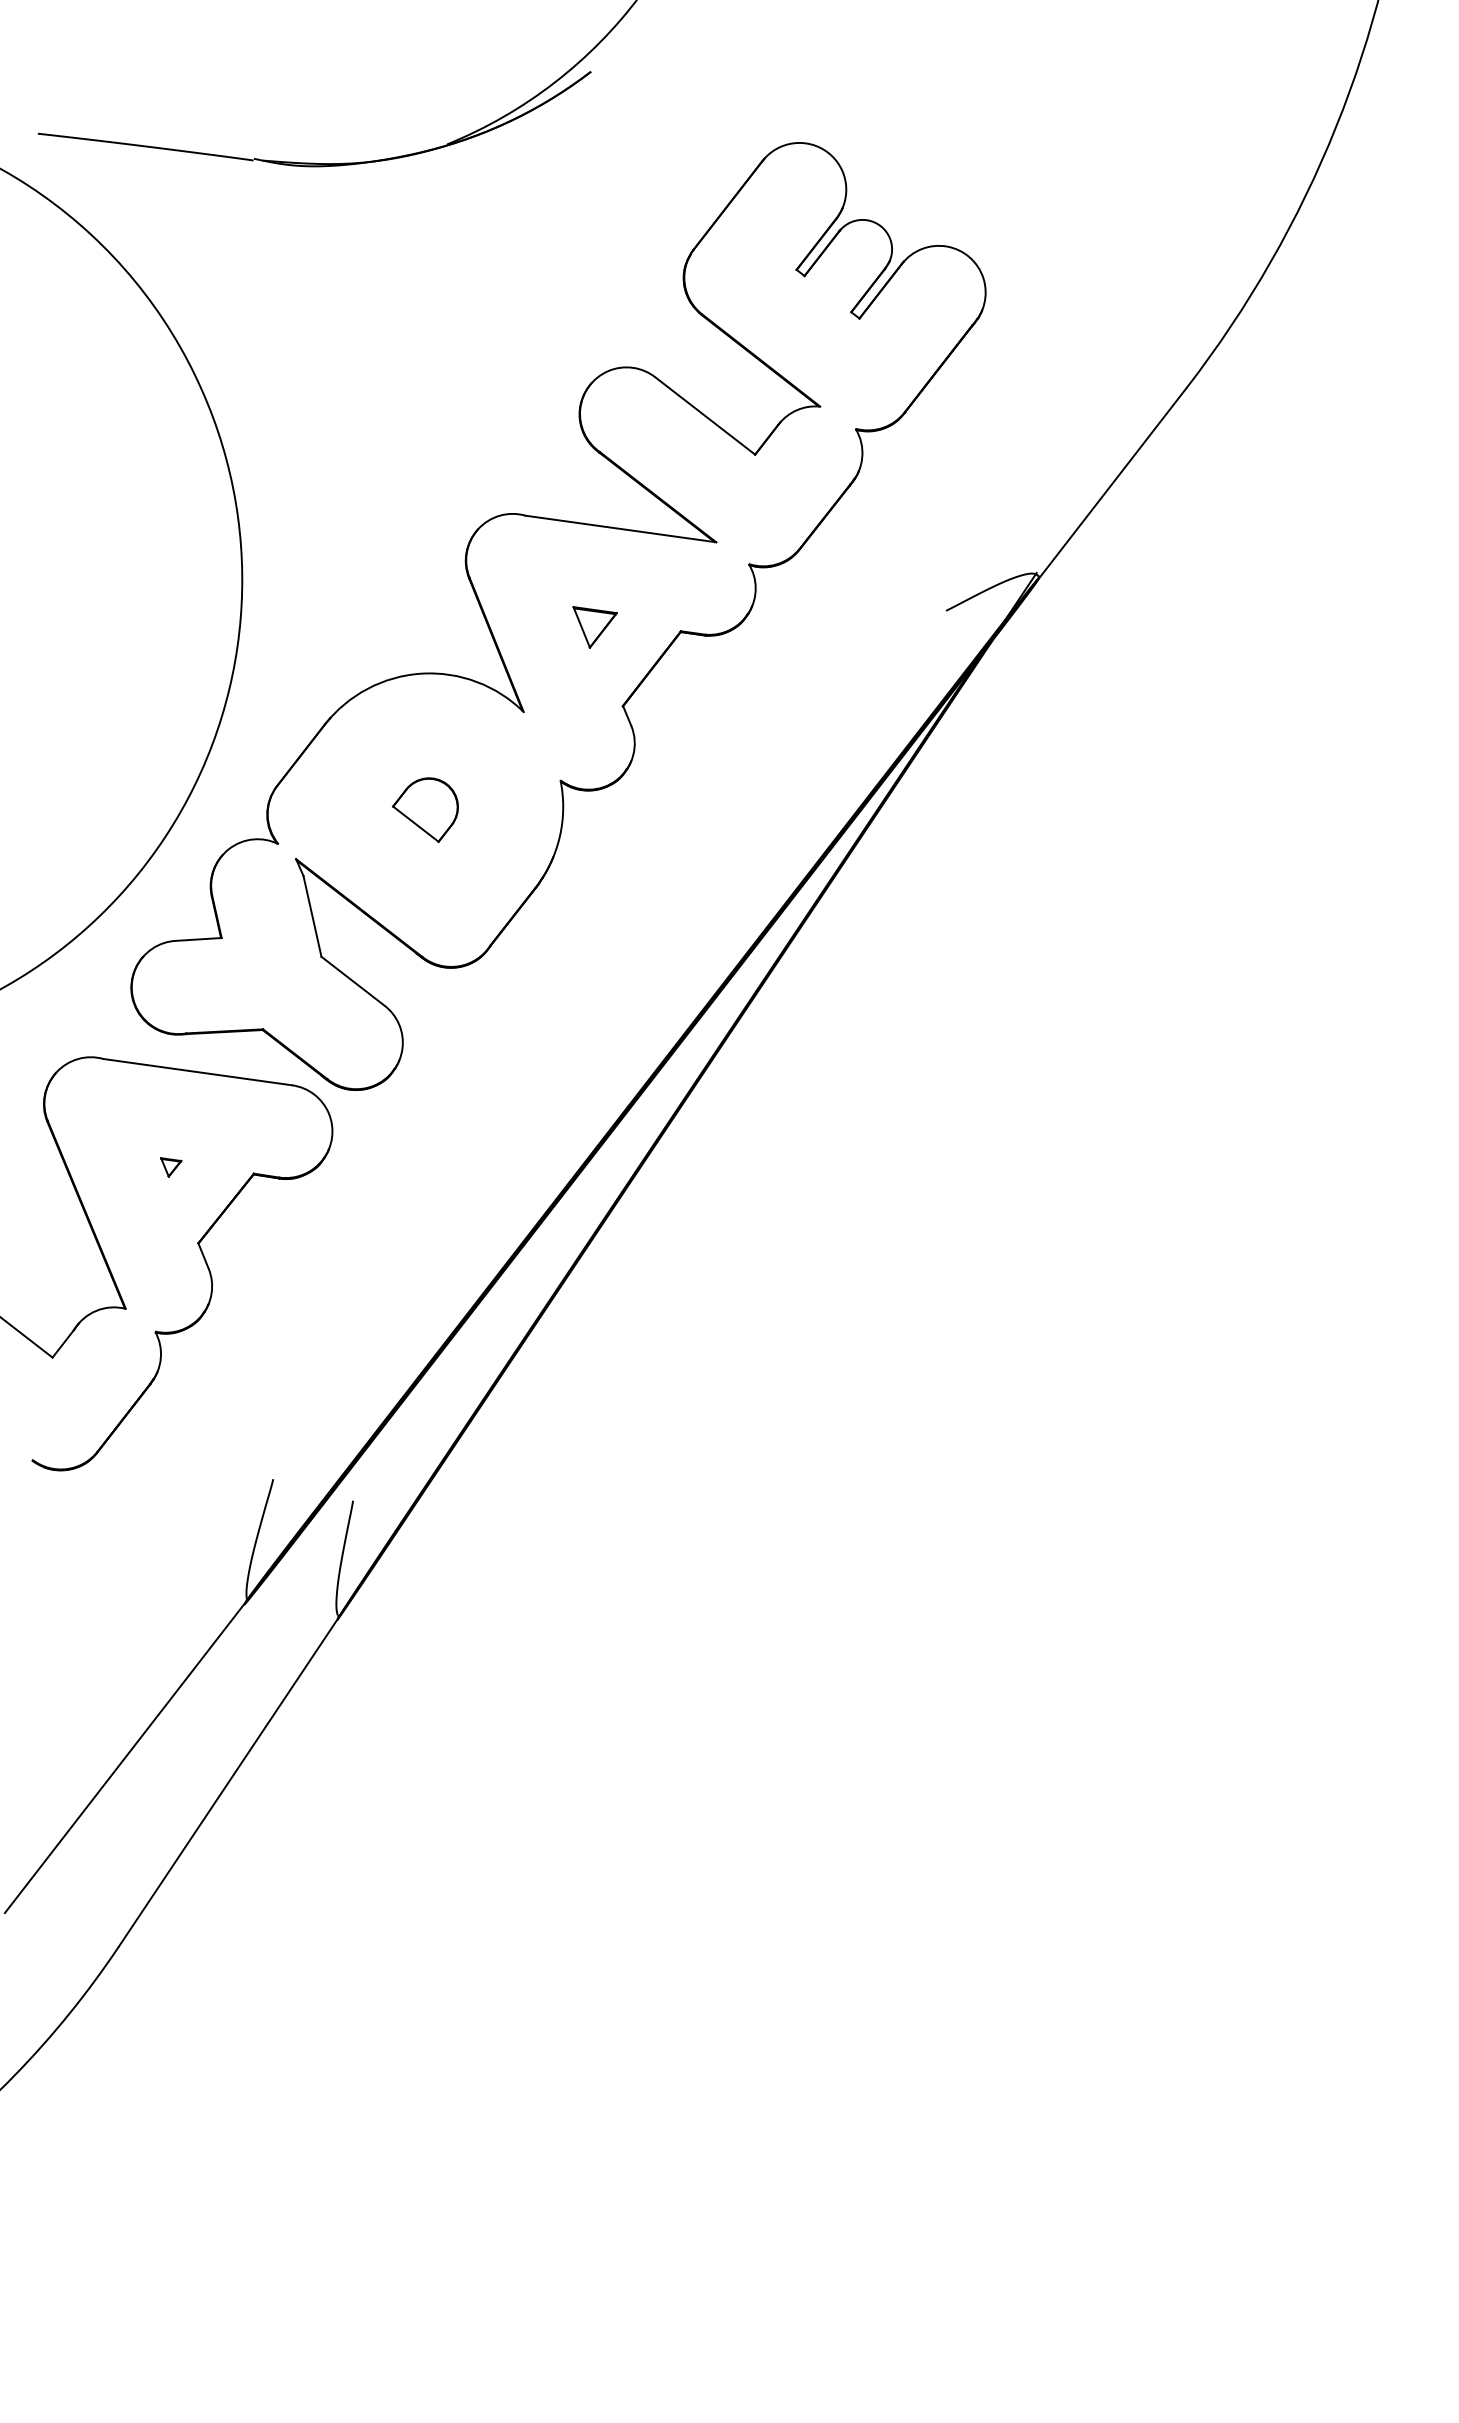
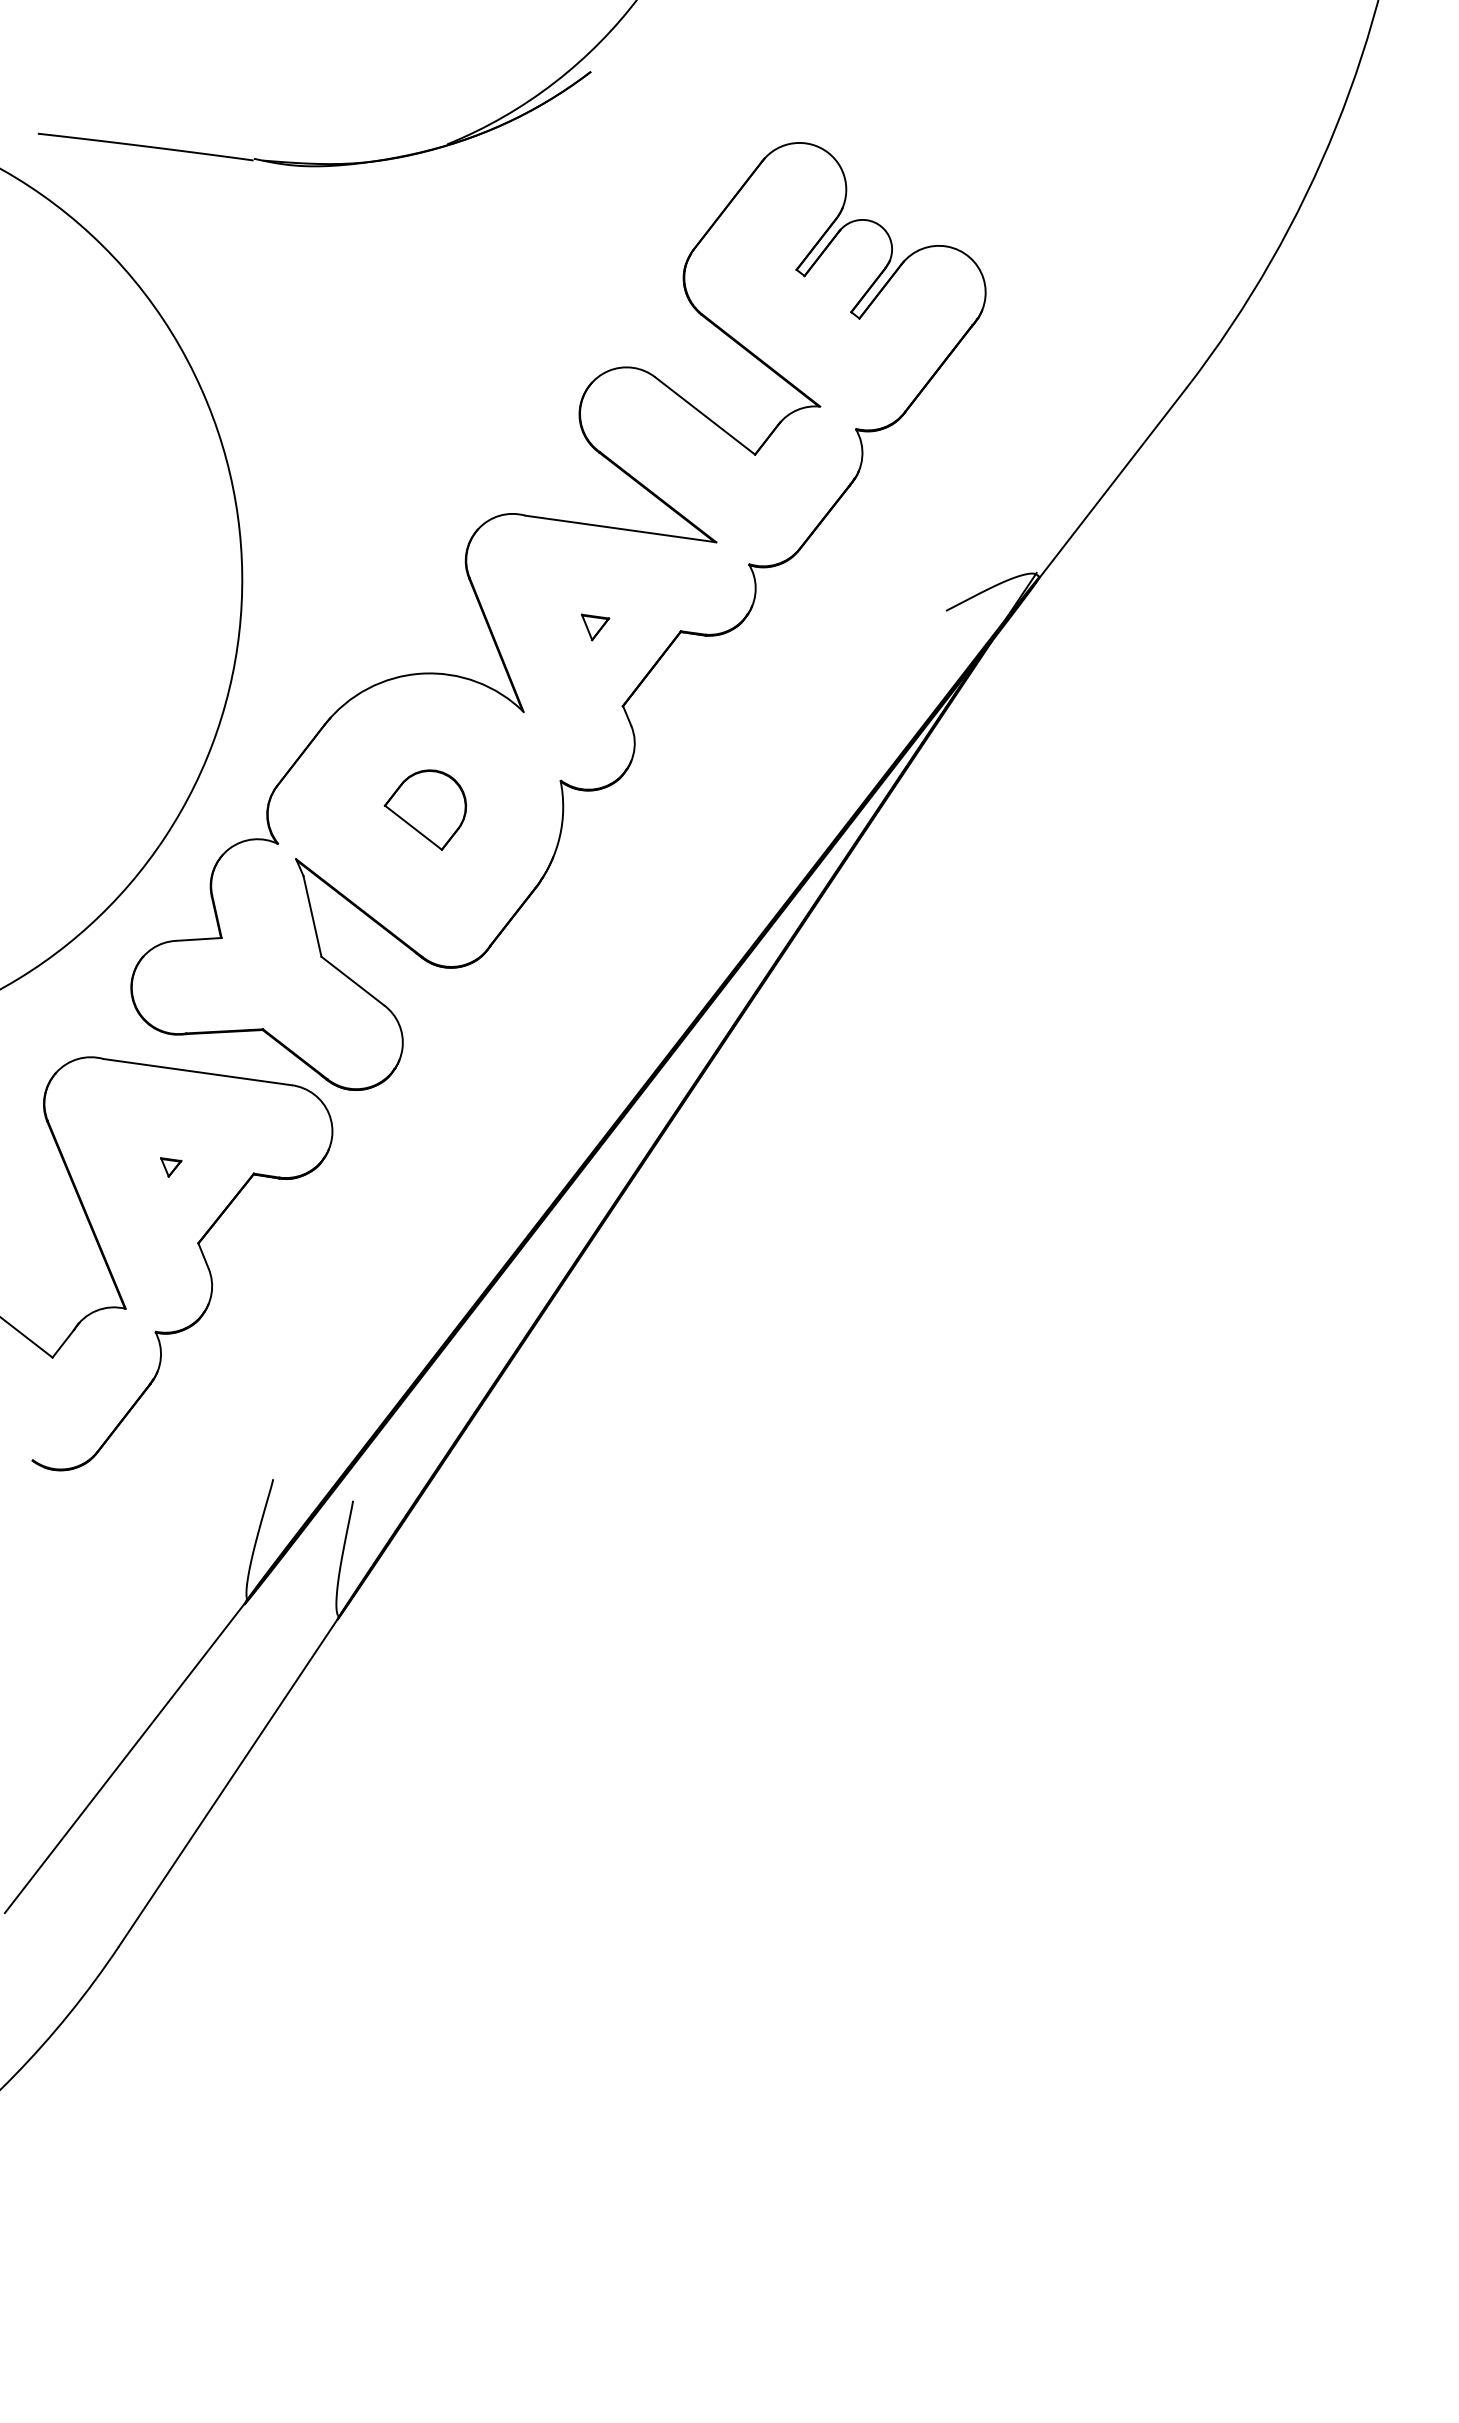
part at (594, 627) size: 46x43 px -> 30x29 px
part at (424, 809) size: 68x66 px -> 85x82 px
